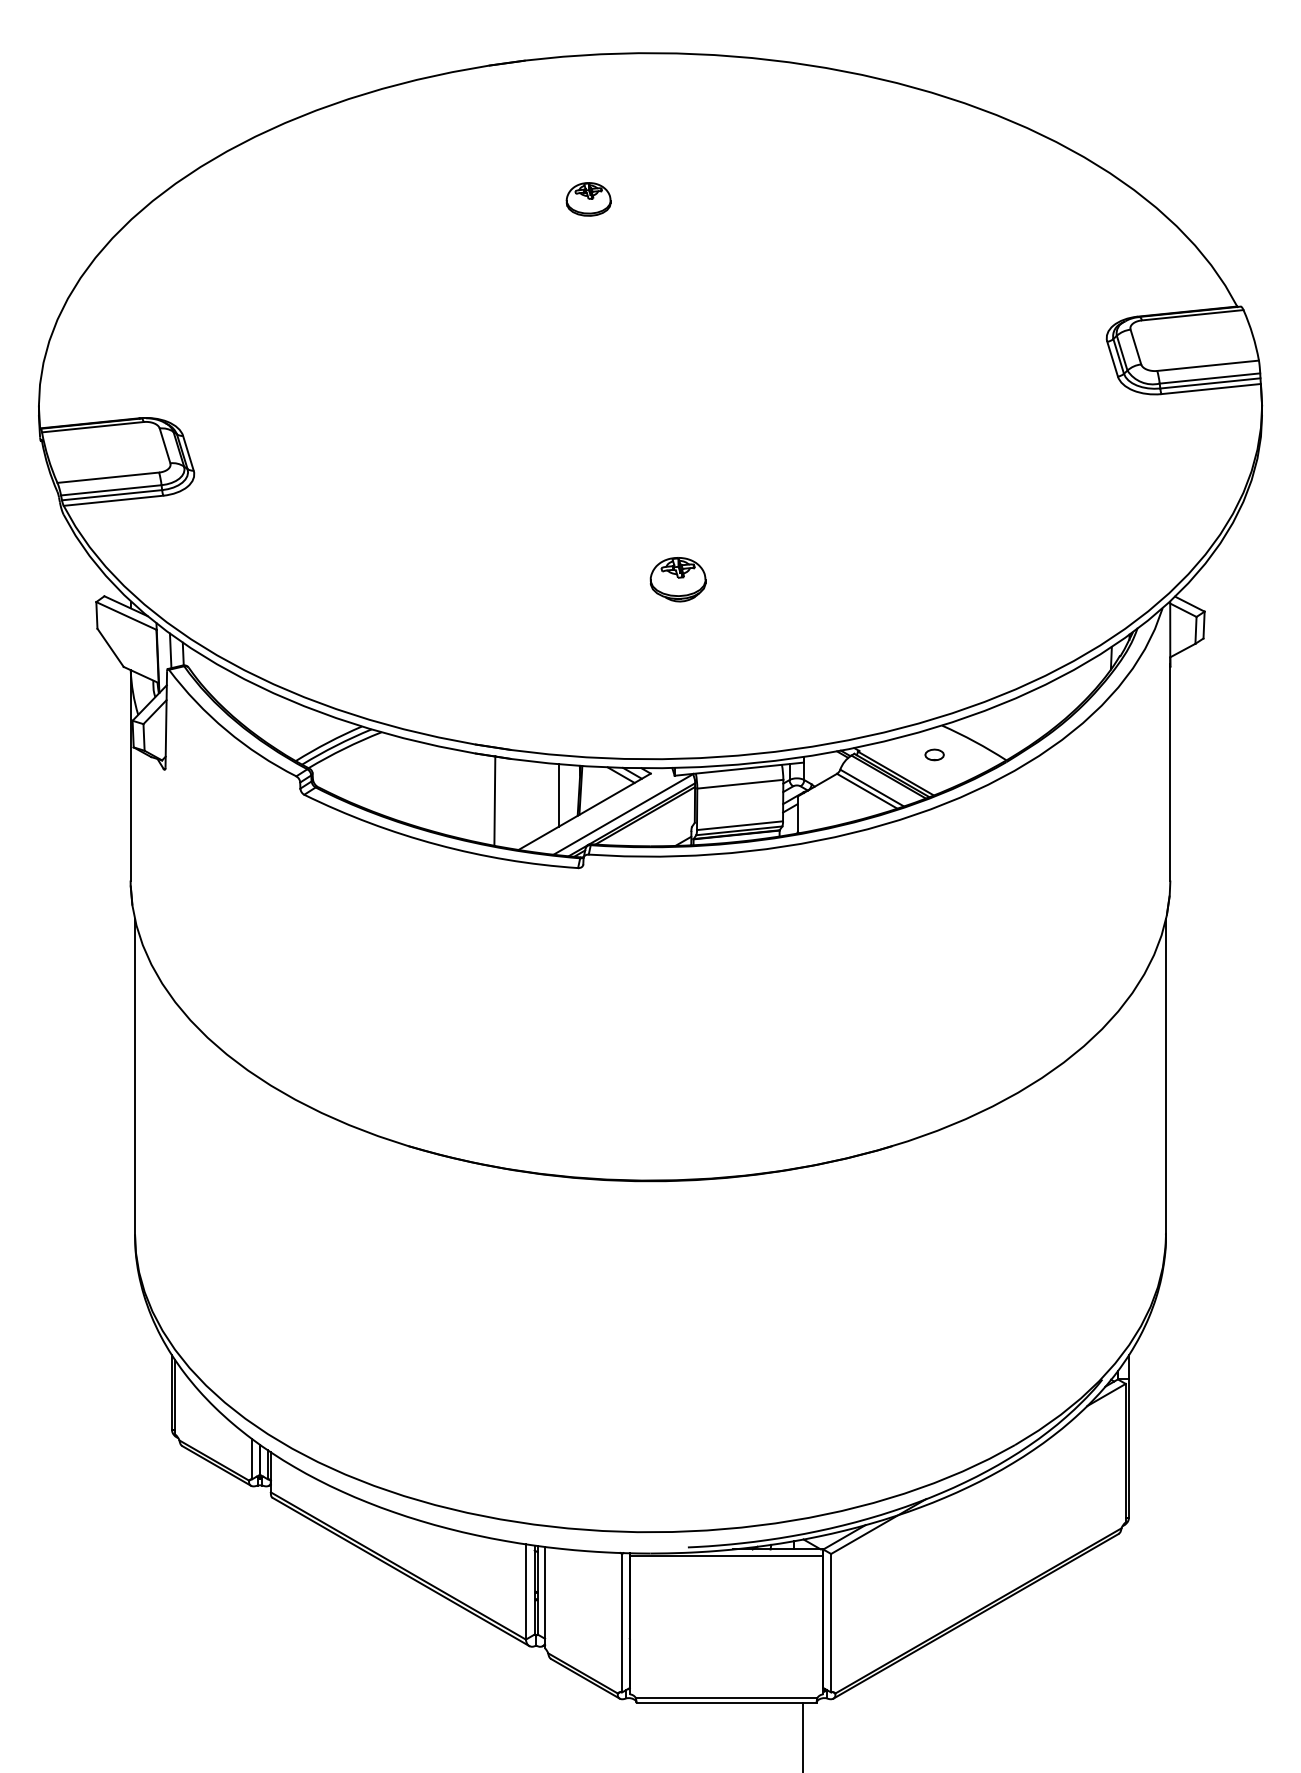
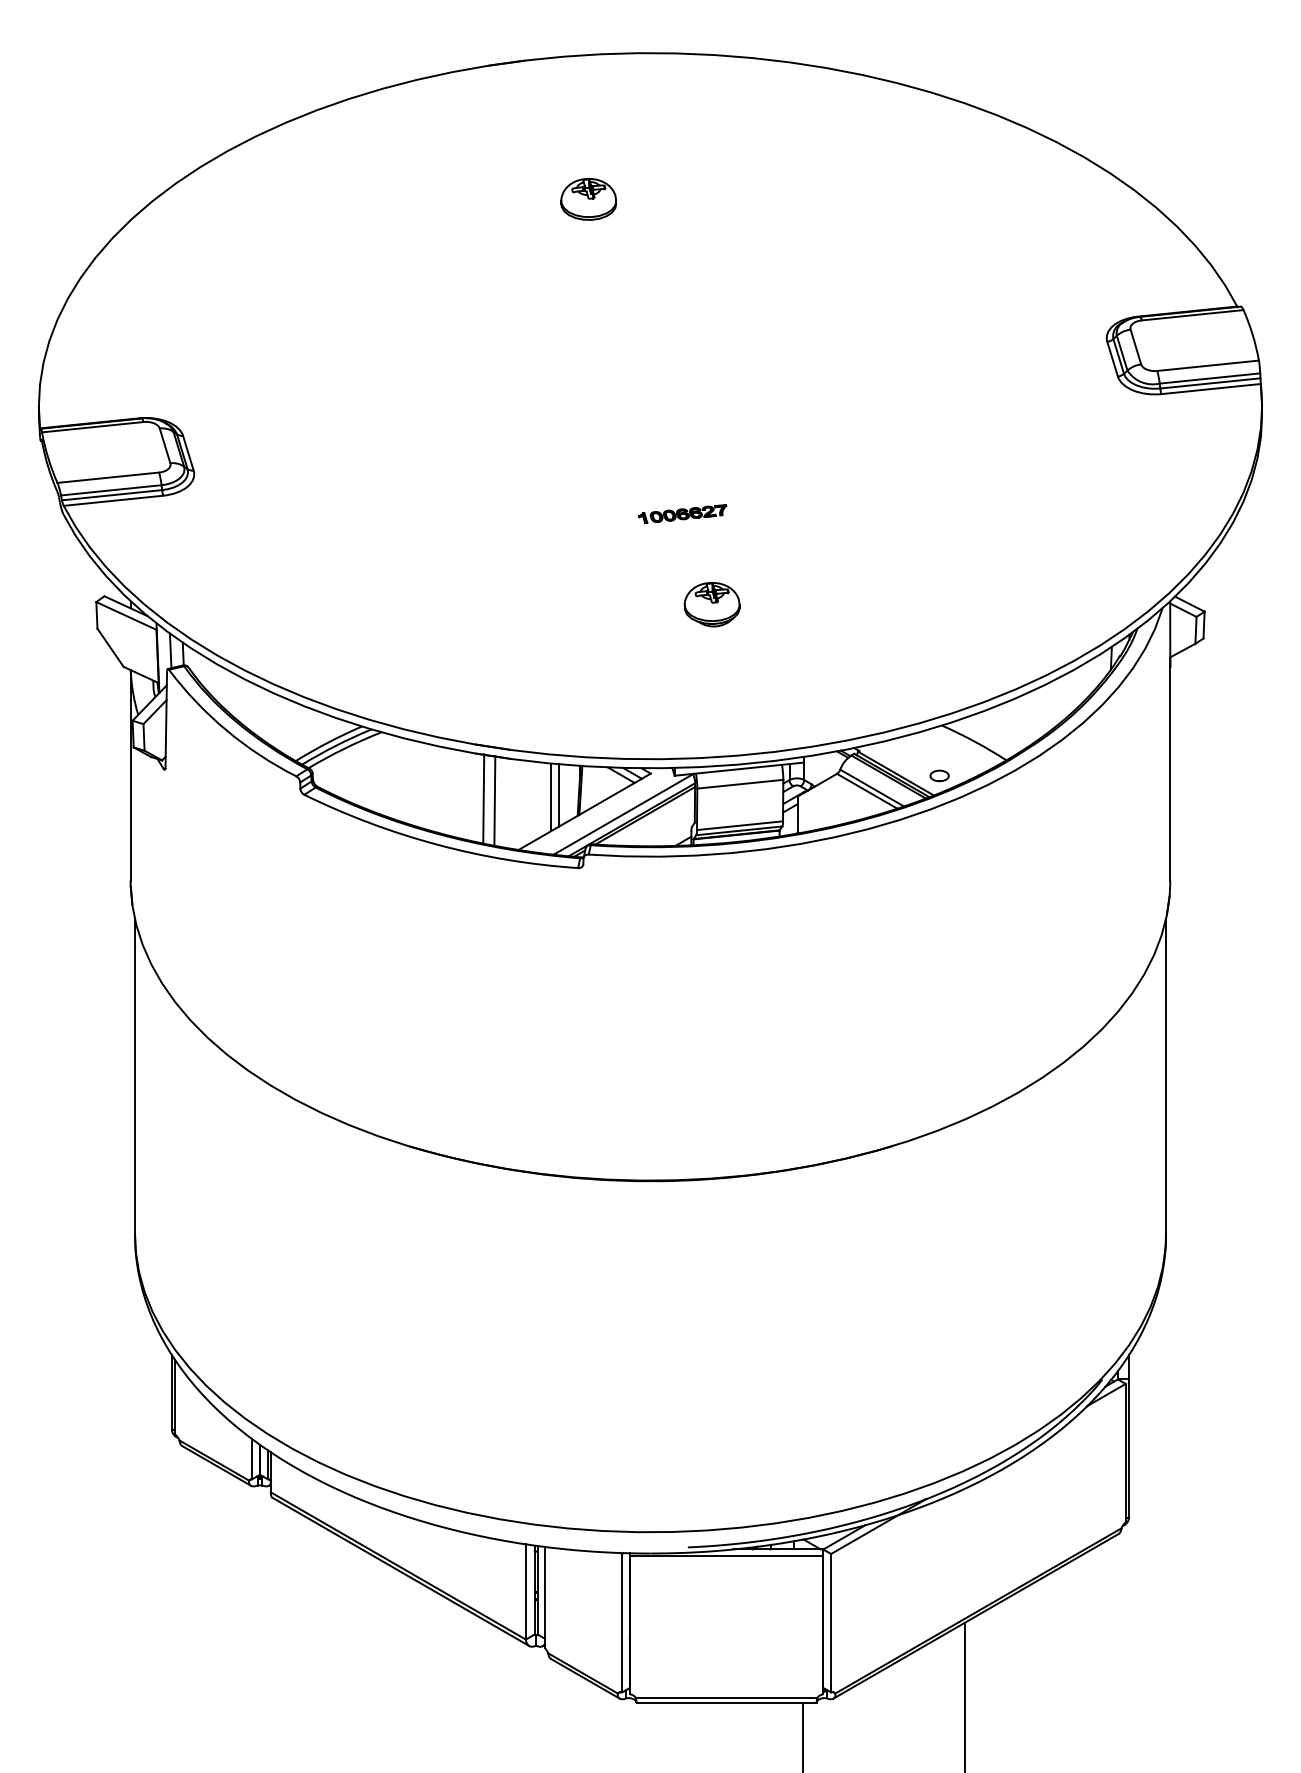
part at (588, 199) size: 47x35 px -> 57x43 px
part at (682, 514): none -> present
part at (677, 579) position: (677, 579) -> (711, 604)
part at (934, 754) position: (934, 754) -> (939, 775)
line at (551, 797): none -> present
line at (483, 798): none -> present
line at (964, 1695): none -> present
